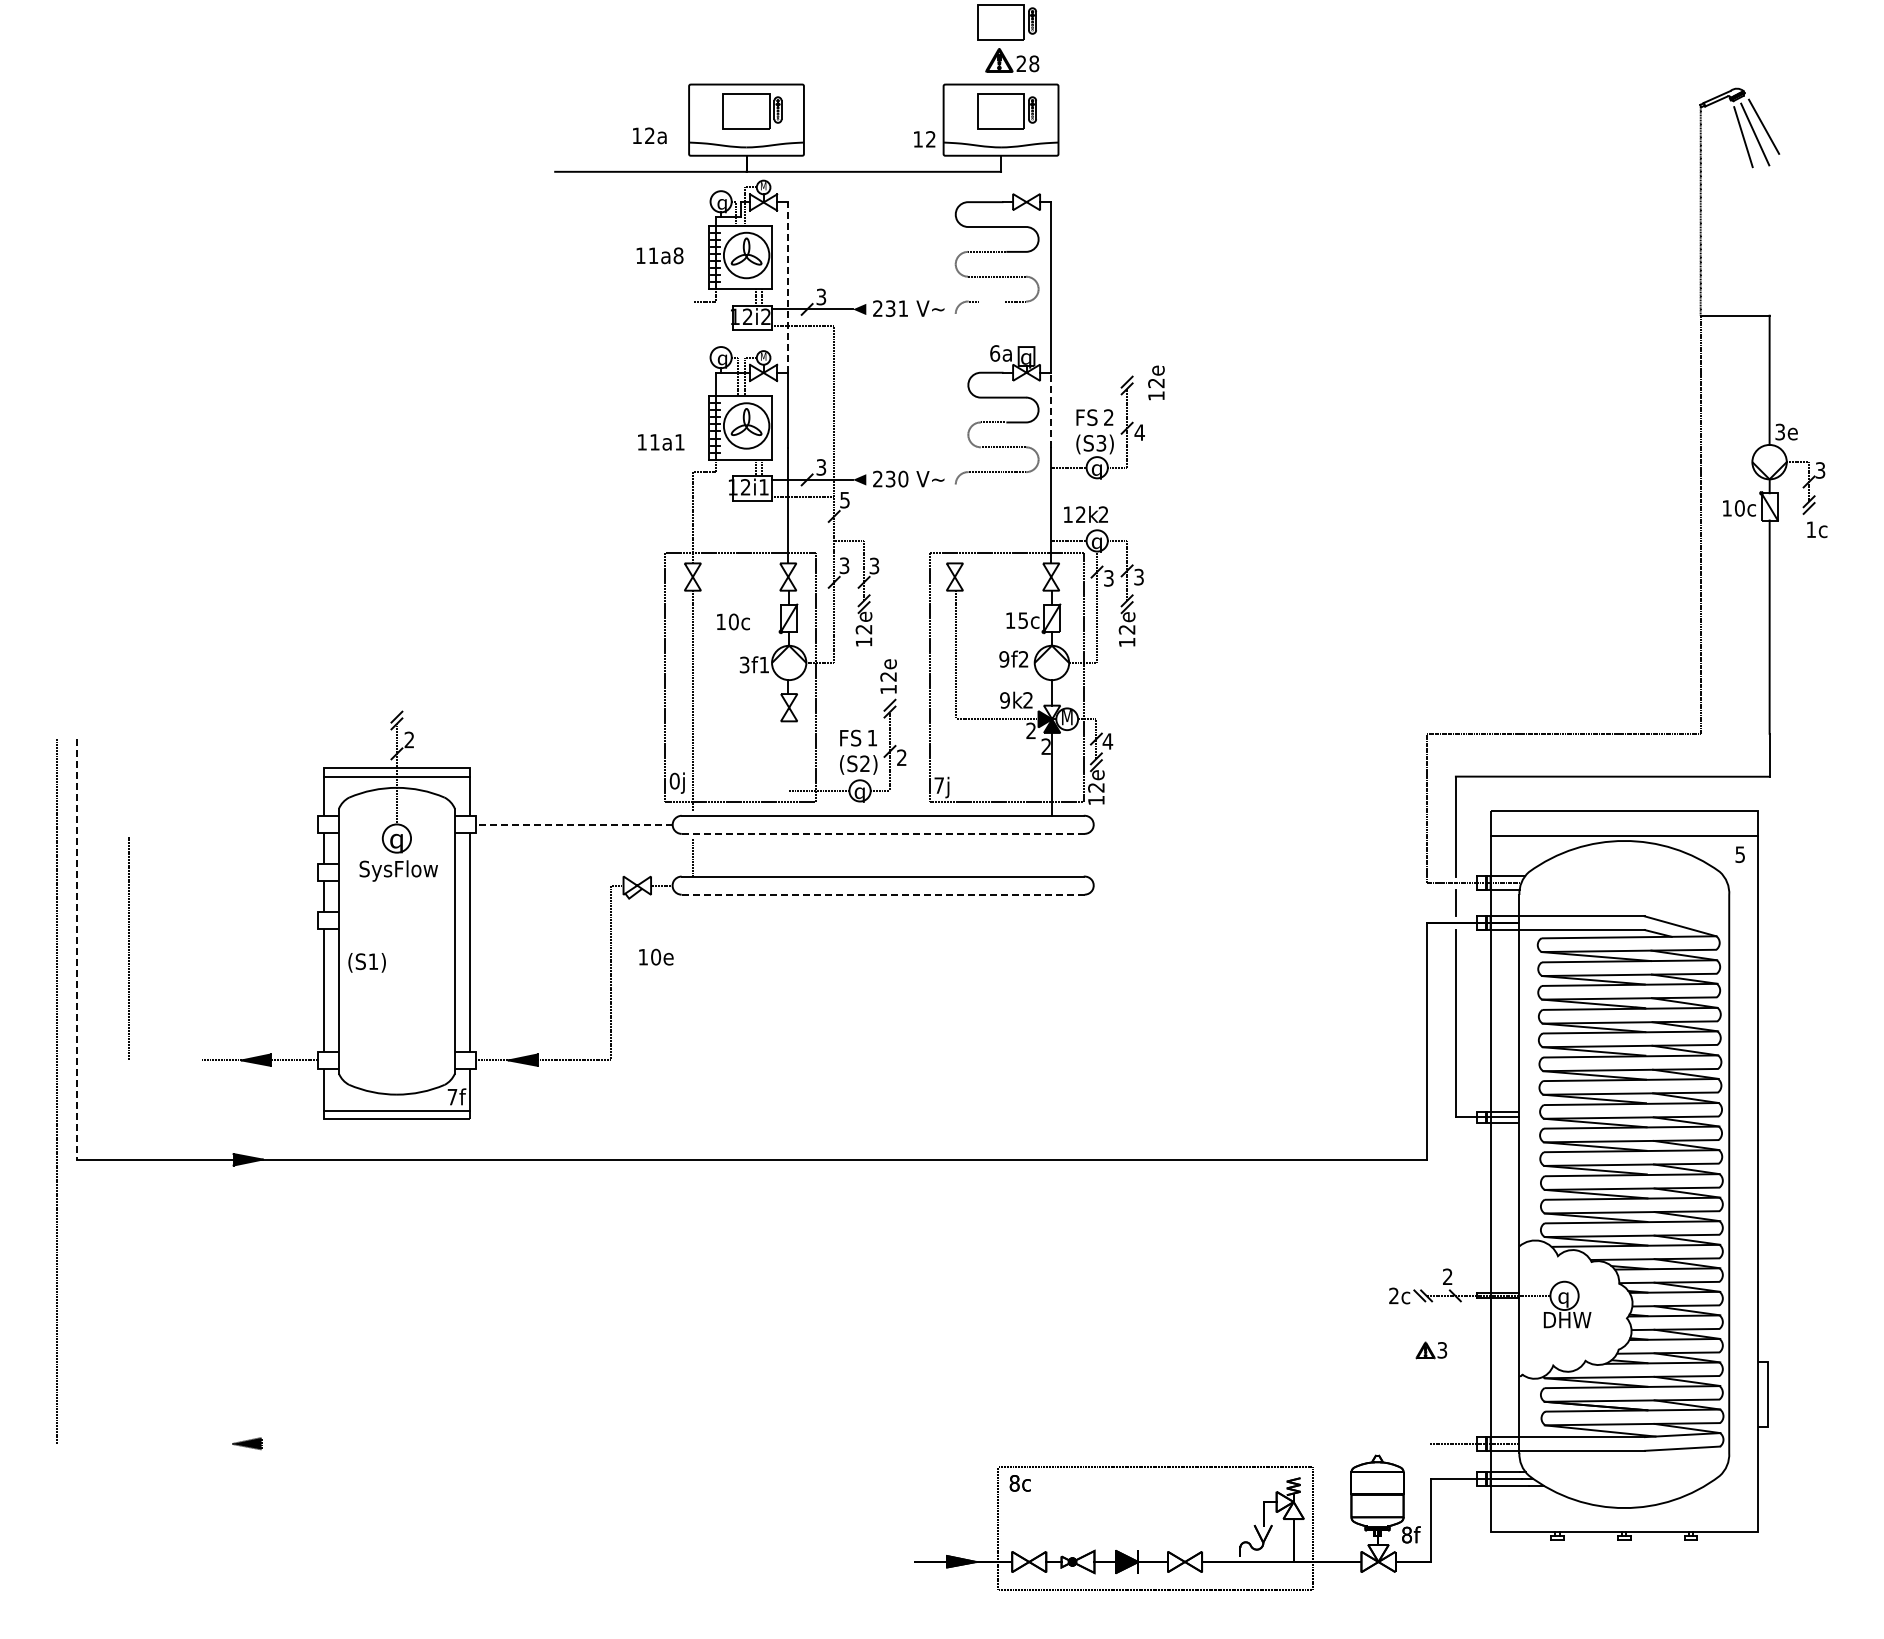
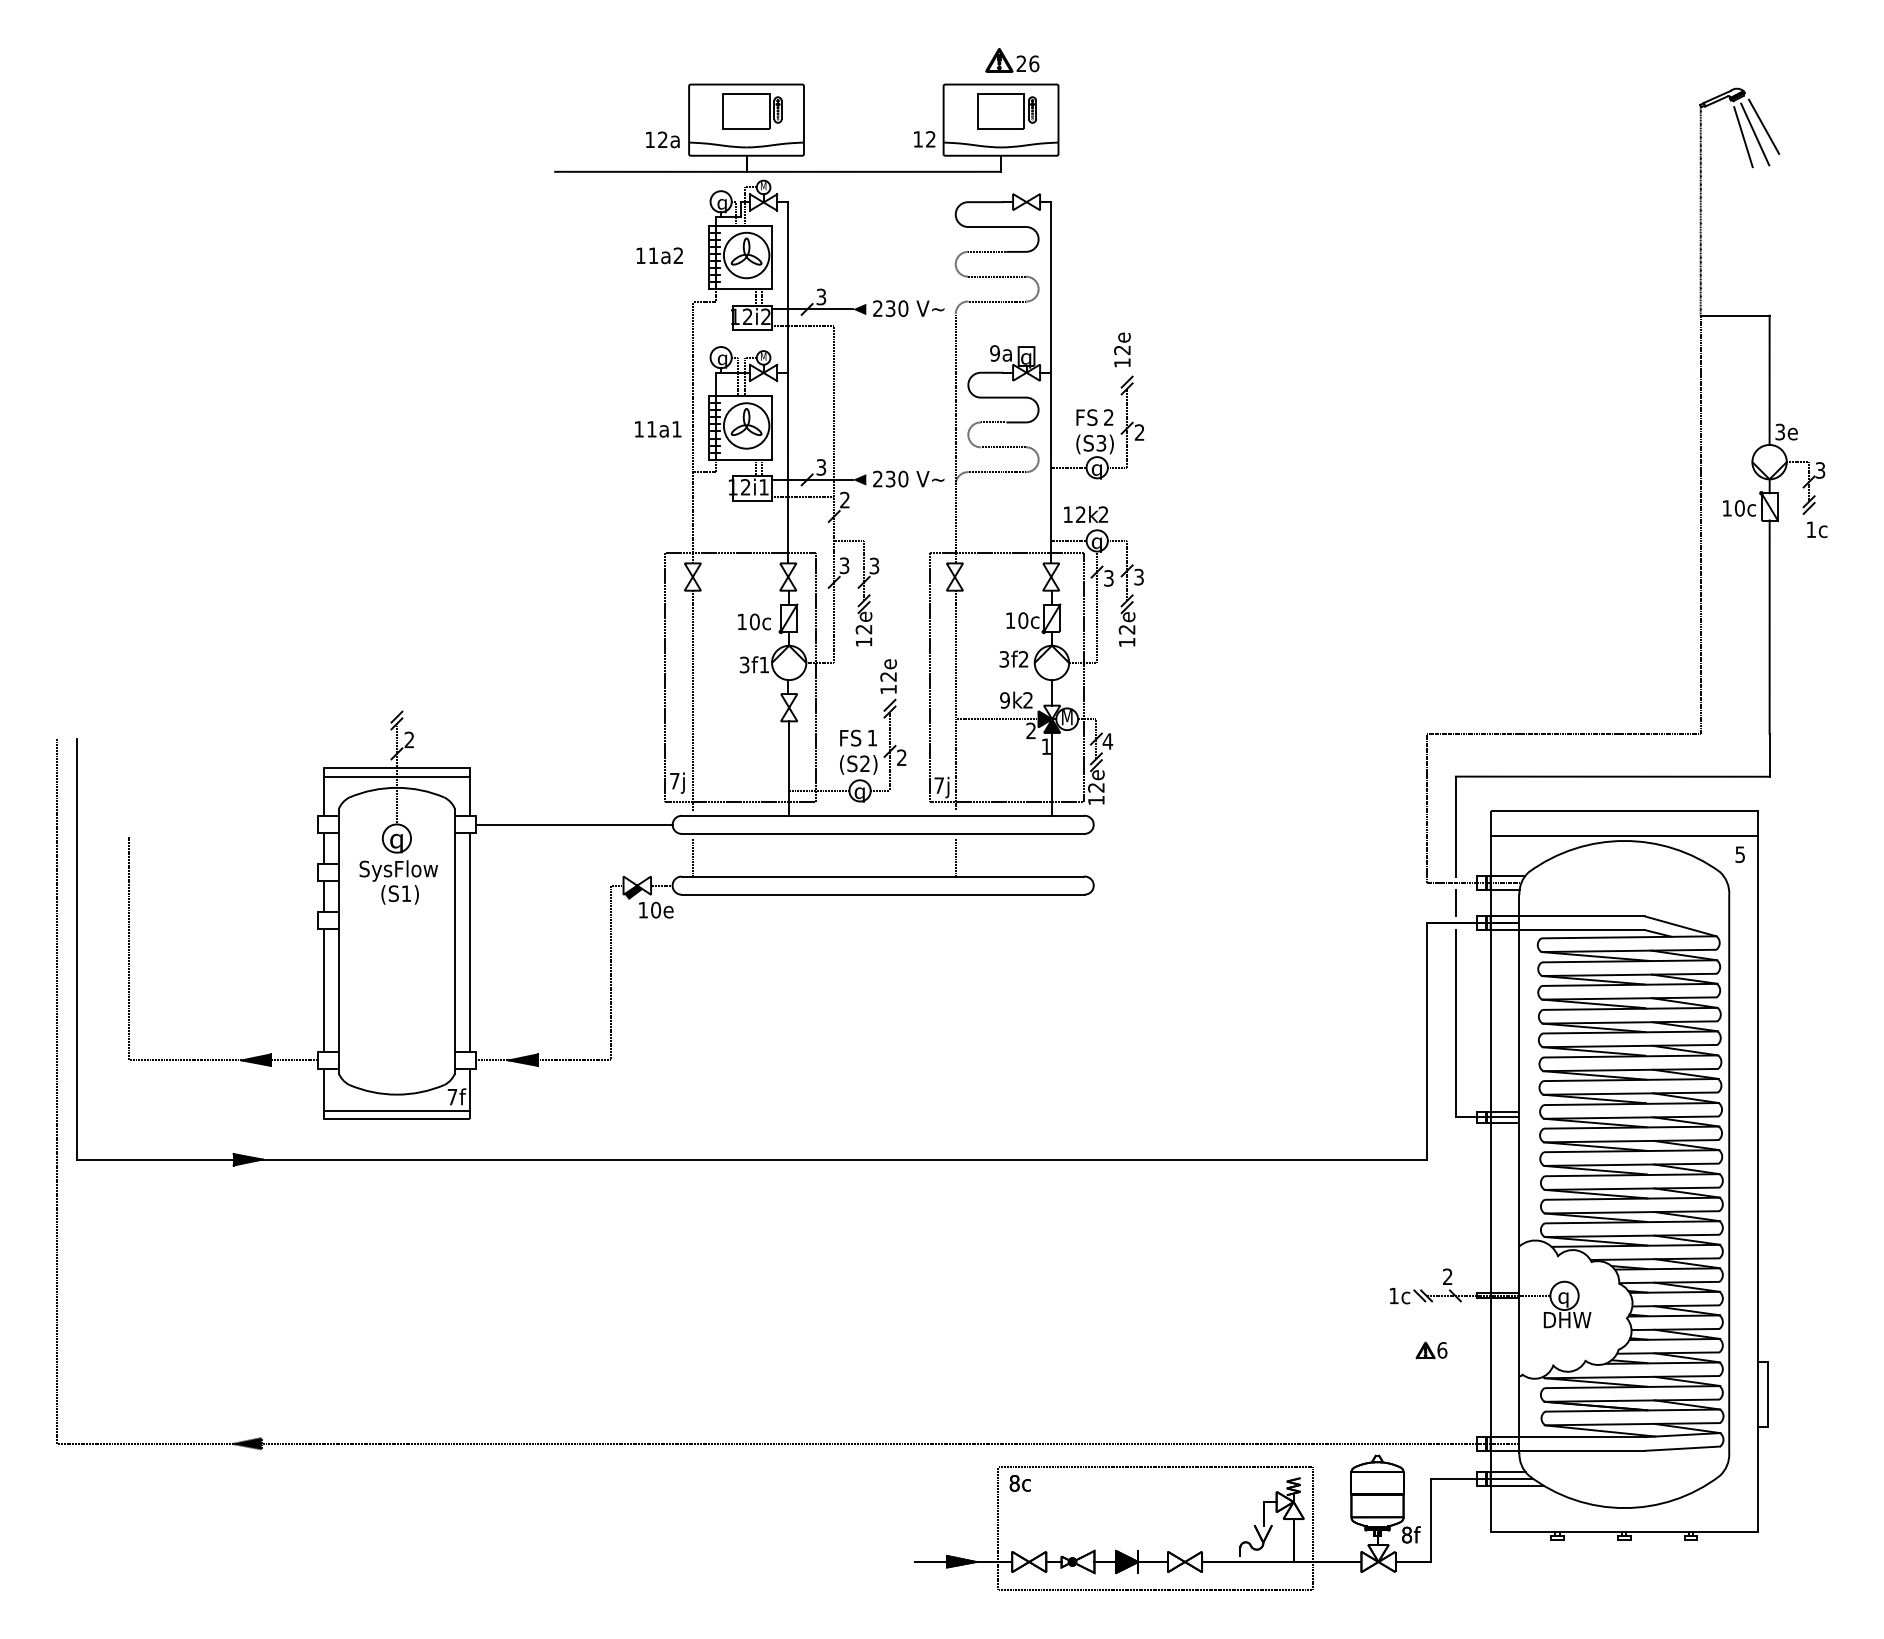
part at (1006, 22): present -> none
text at (1034, 63): 28 -> 26
text at (649, 135) position: (649, 135) -> (662, 139)
text at (678, 255): 11a8 -> 11a2
line at (788, 287): dashed -> solid
line at (990, 301): none -> present
text at (903, 308): 231 -> 230
text at (995, 353): 6a -> 9a
text at (1156, 382) position: (1156, 382) -> (1122, 349)
line at (692, 386): none -> present
line at (1051, 410): dashed -> solid
text at (1139, 432): 4 -> 2
line at (955, 438): none -> present
text at (661, 442) position: (661, 442) -> (658, 429)
text at (844, 499): 5 -> 2
text at (1023, 620): 15c -> 10c
text at (733, 621) position: (733, 621) -> (754, 621)
text at (1004, 659): 9f -> 3f
text at (1045, 746): 2 -> 1
line at (955, 764): none -> present
line at (789, 768): none -> present
text at (674, 780): 0j -> 7j
line at (573, 824): dashed -> solid
line at (882, 833): dashed -> solid
line at (955, 857): none -> present
fill at (633, 891): none -> present
line at (883, 894): dashed -> solid
line at (76, 949): dashed -> solid
text at (656, 956) position: (656, 956) -> (656, 909)
text at (366, 962) position: (366, 962) -> (399, 894)
line at (164, 1060): none -> present
text at (1393, 1295): 2c -> 1c
text at (1442, 1350): 3 -> 6
line at (742, 1443): none -> present
